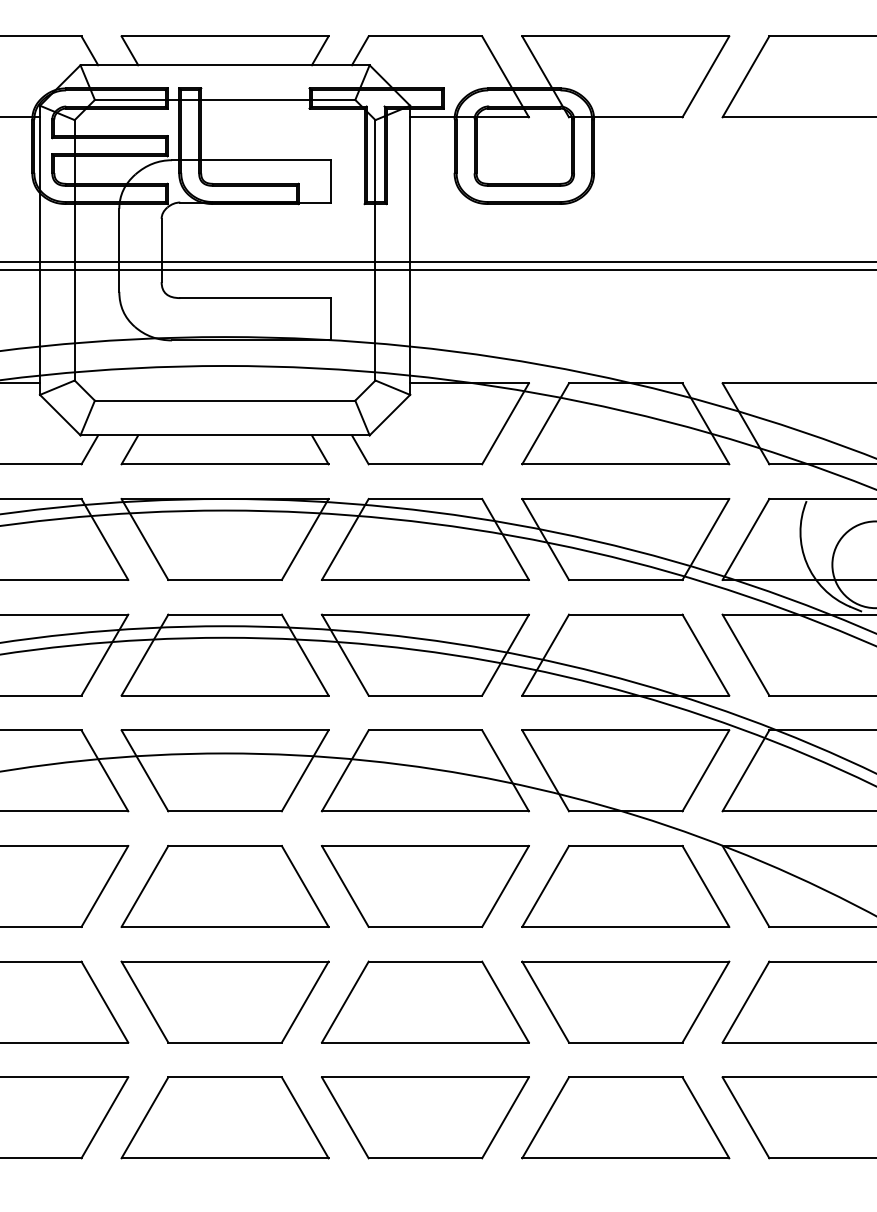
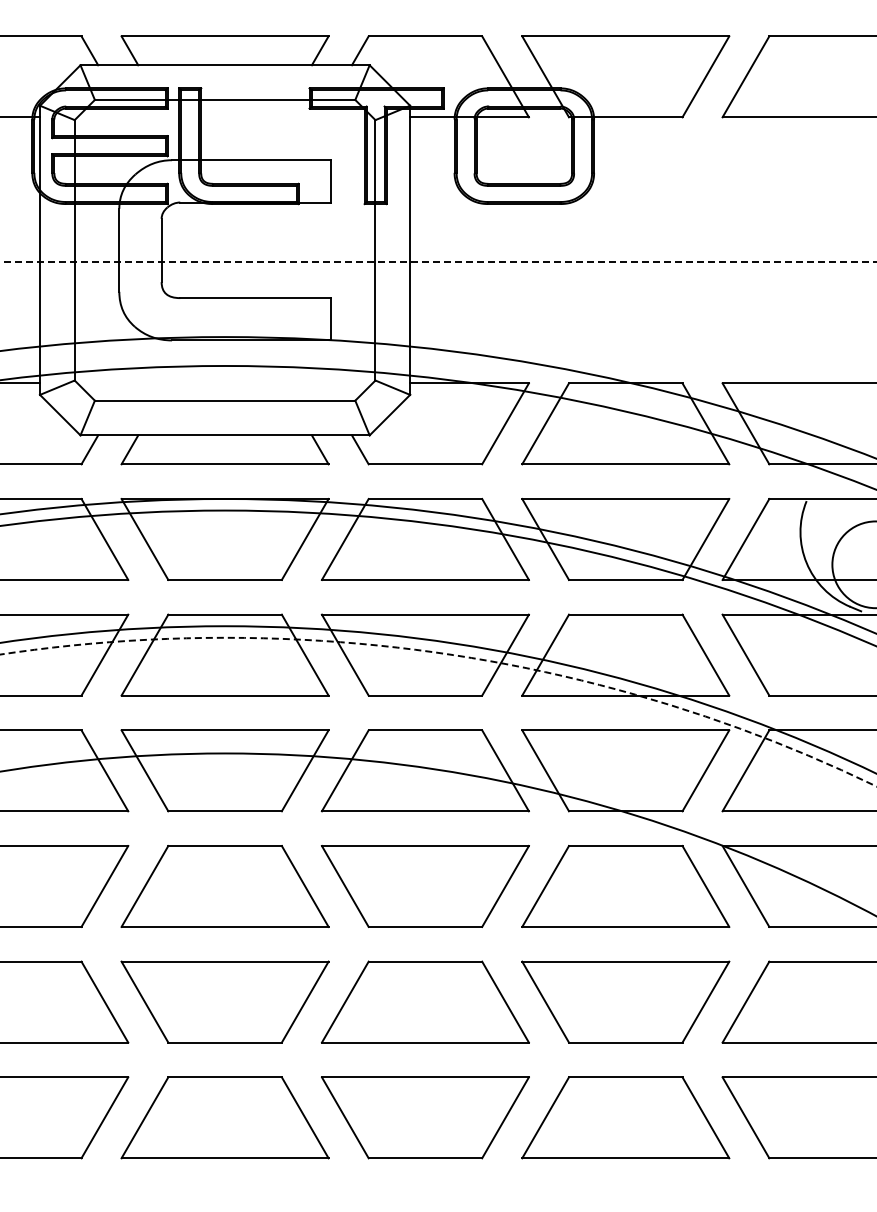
line at (438, 261): solid -> dashed
line at (437, 269): present -> none
circle at (438, 711): solid -> dashed
